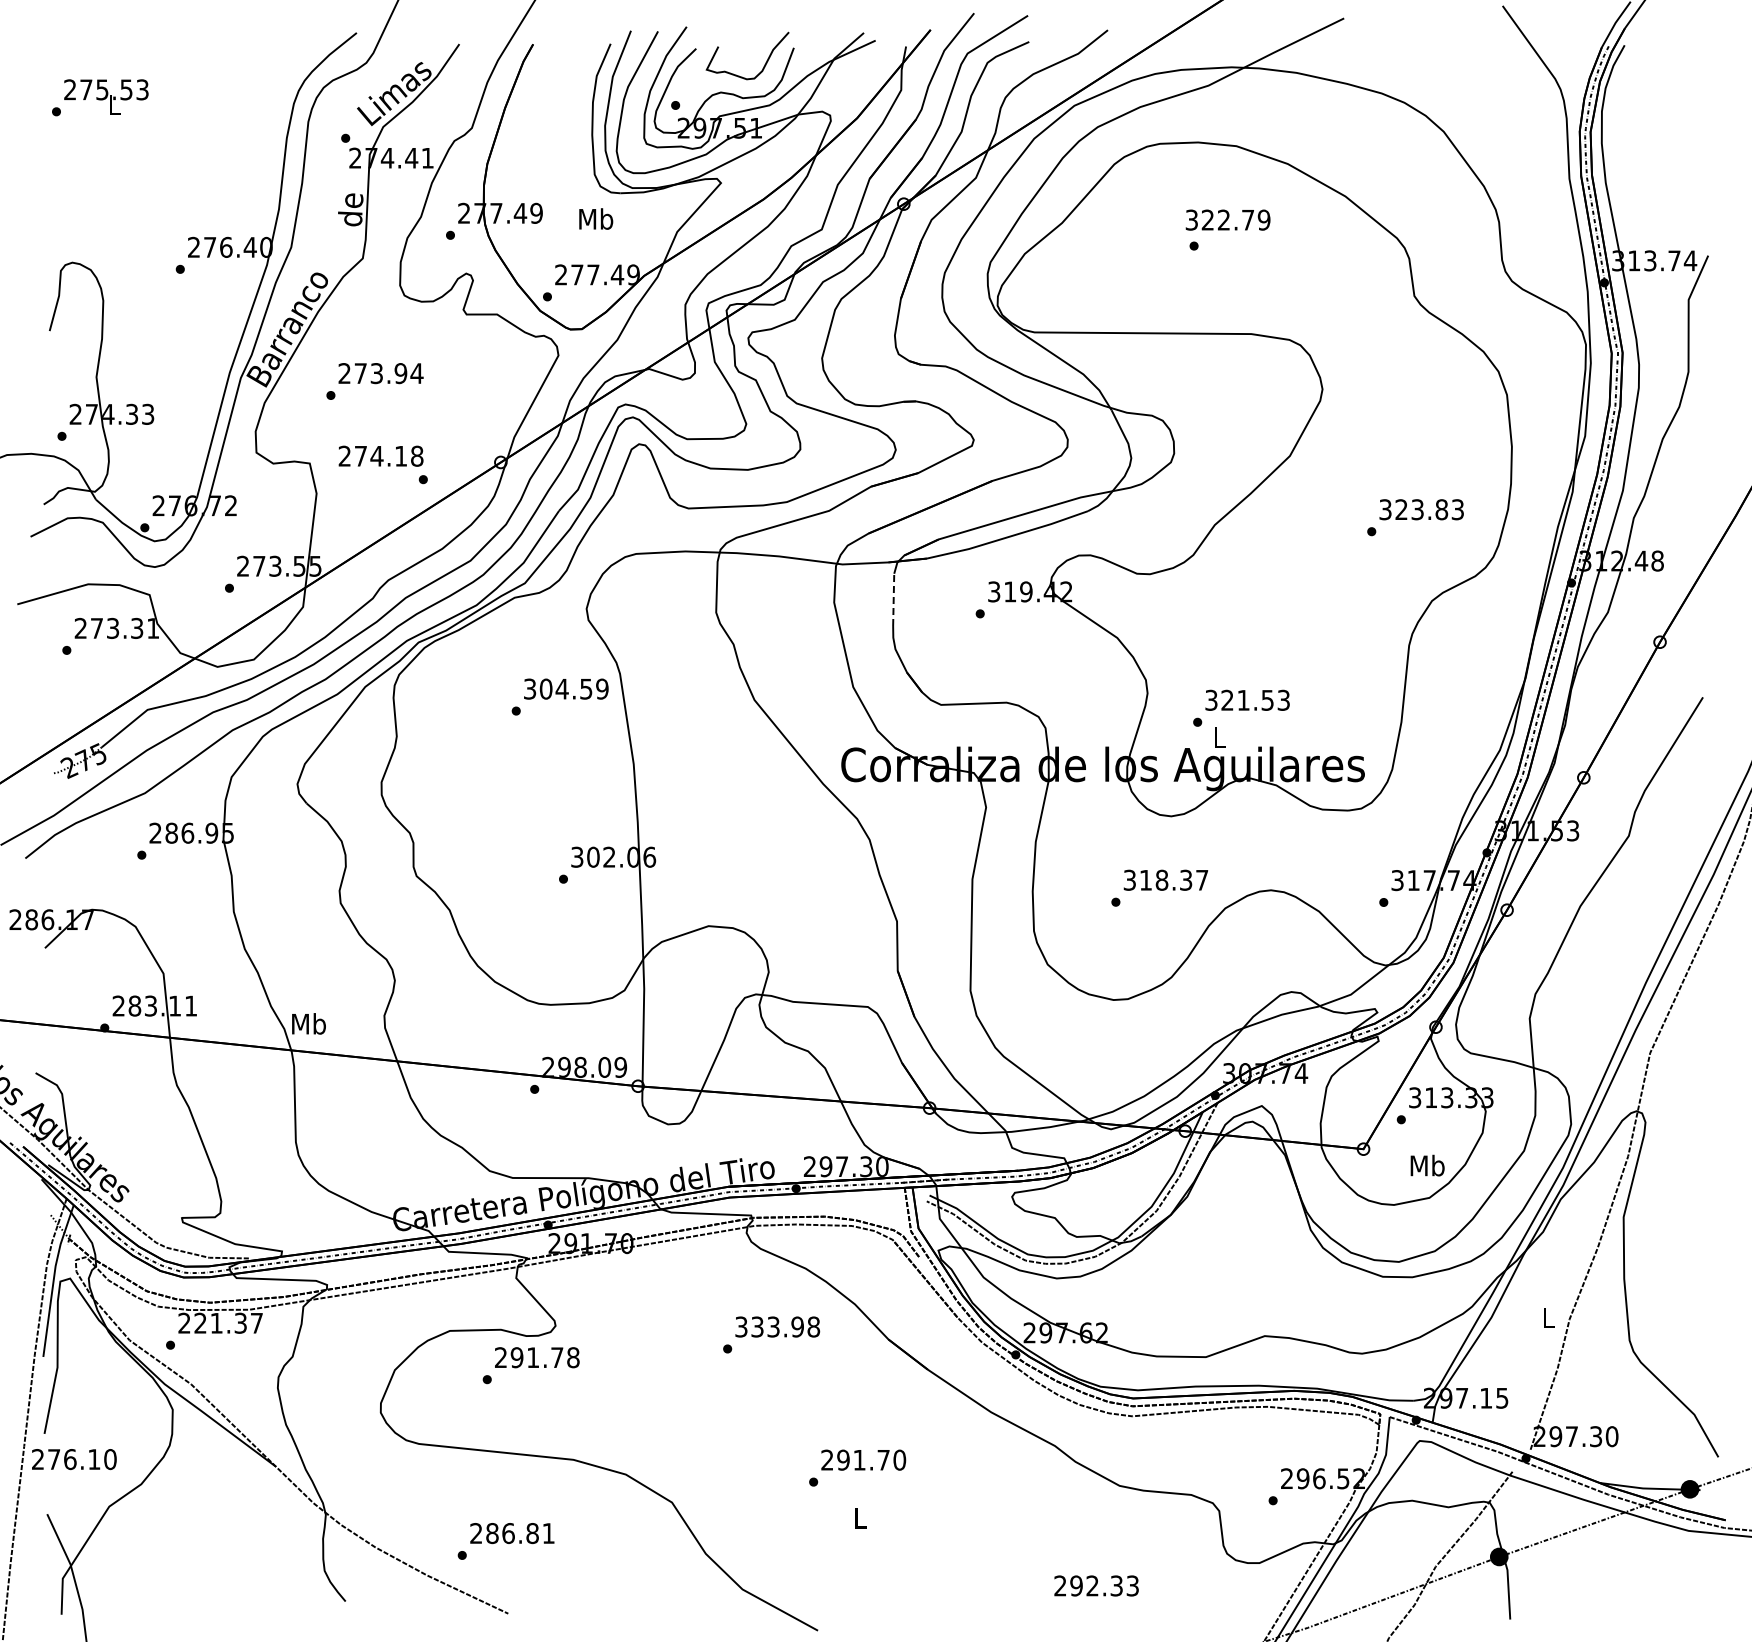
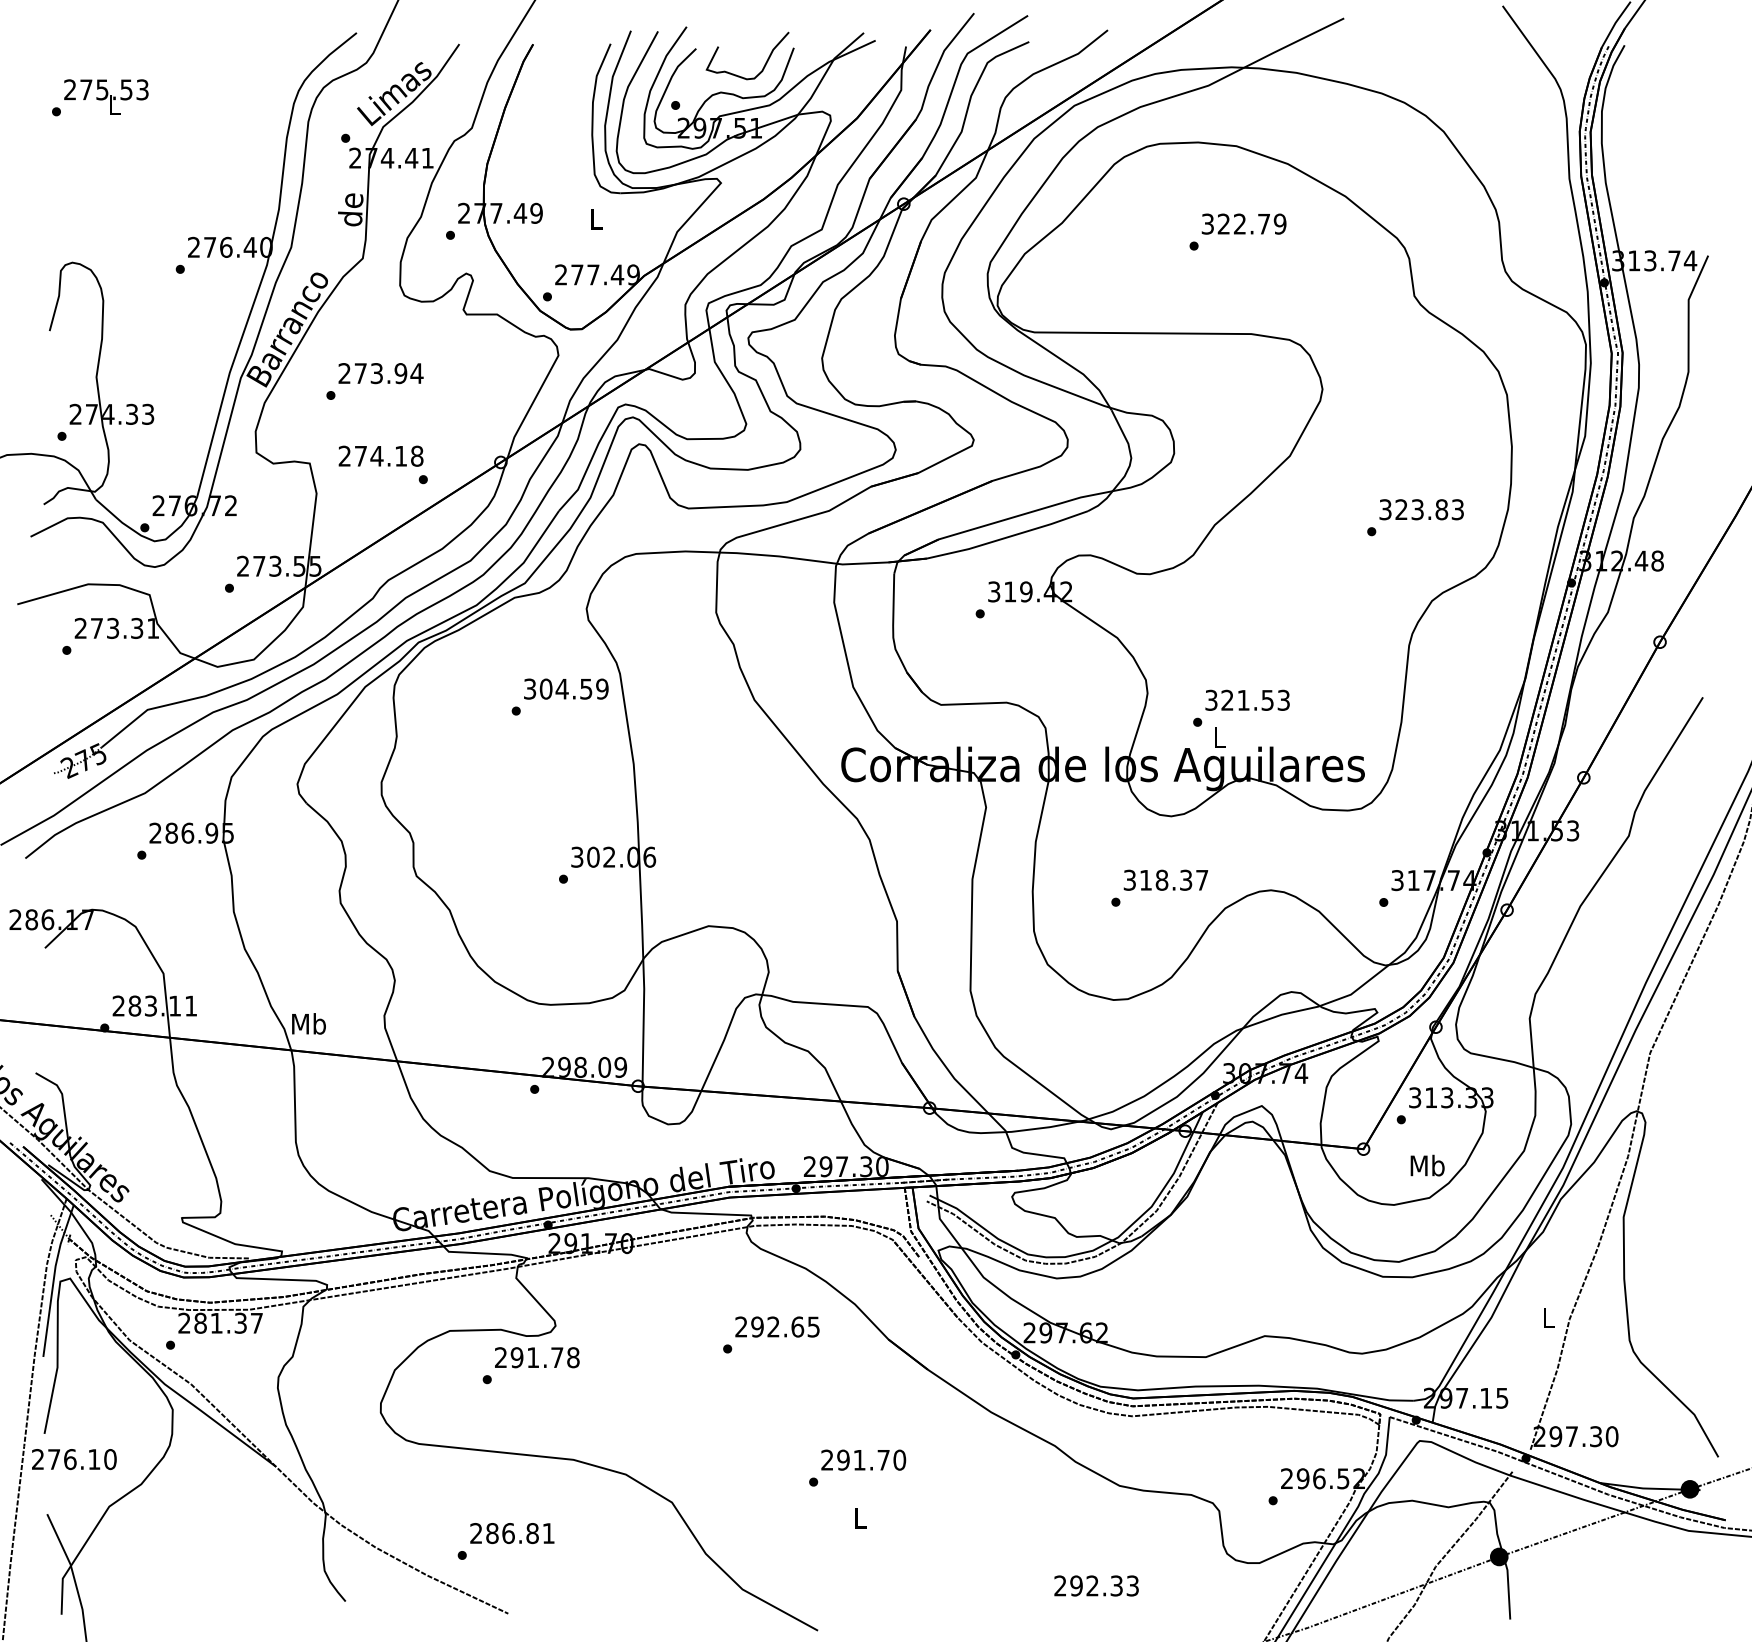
text at (596, 218): Mb -> L
text at (1227, 219) position: (1227, 219) -> (1243, 223)
line at (893, 599): dashed -> solid
text at (200, 1322): 221.37 -> 281.37
text at (777, 1326): 333.98 -> 292.65
